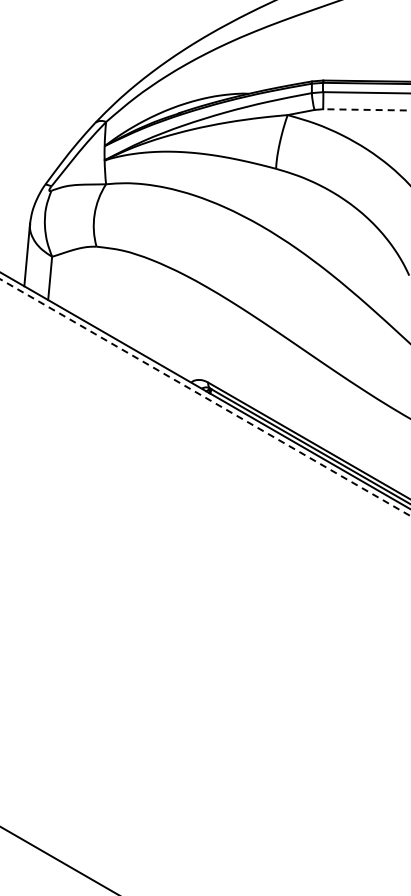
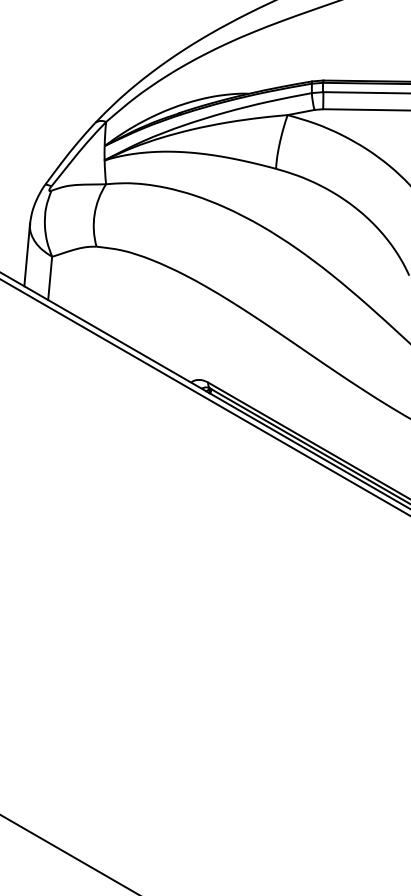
line at (366, 109): dashed -> solid
line at (205, 397): dashed -> solid
line at (58, 859) position: (58, 859) -> (68, 853)
